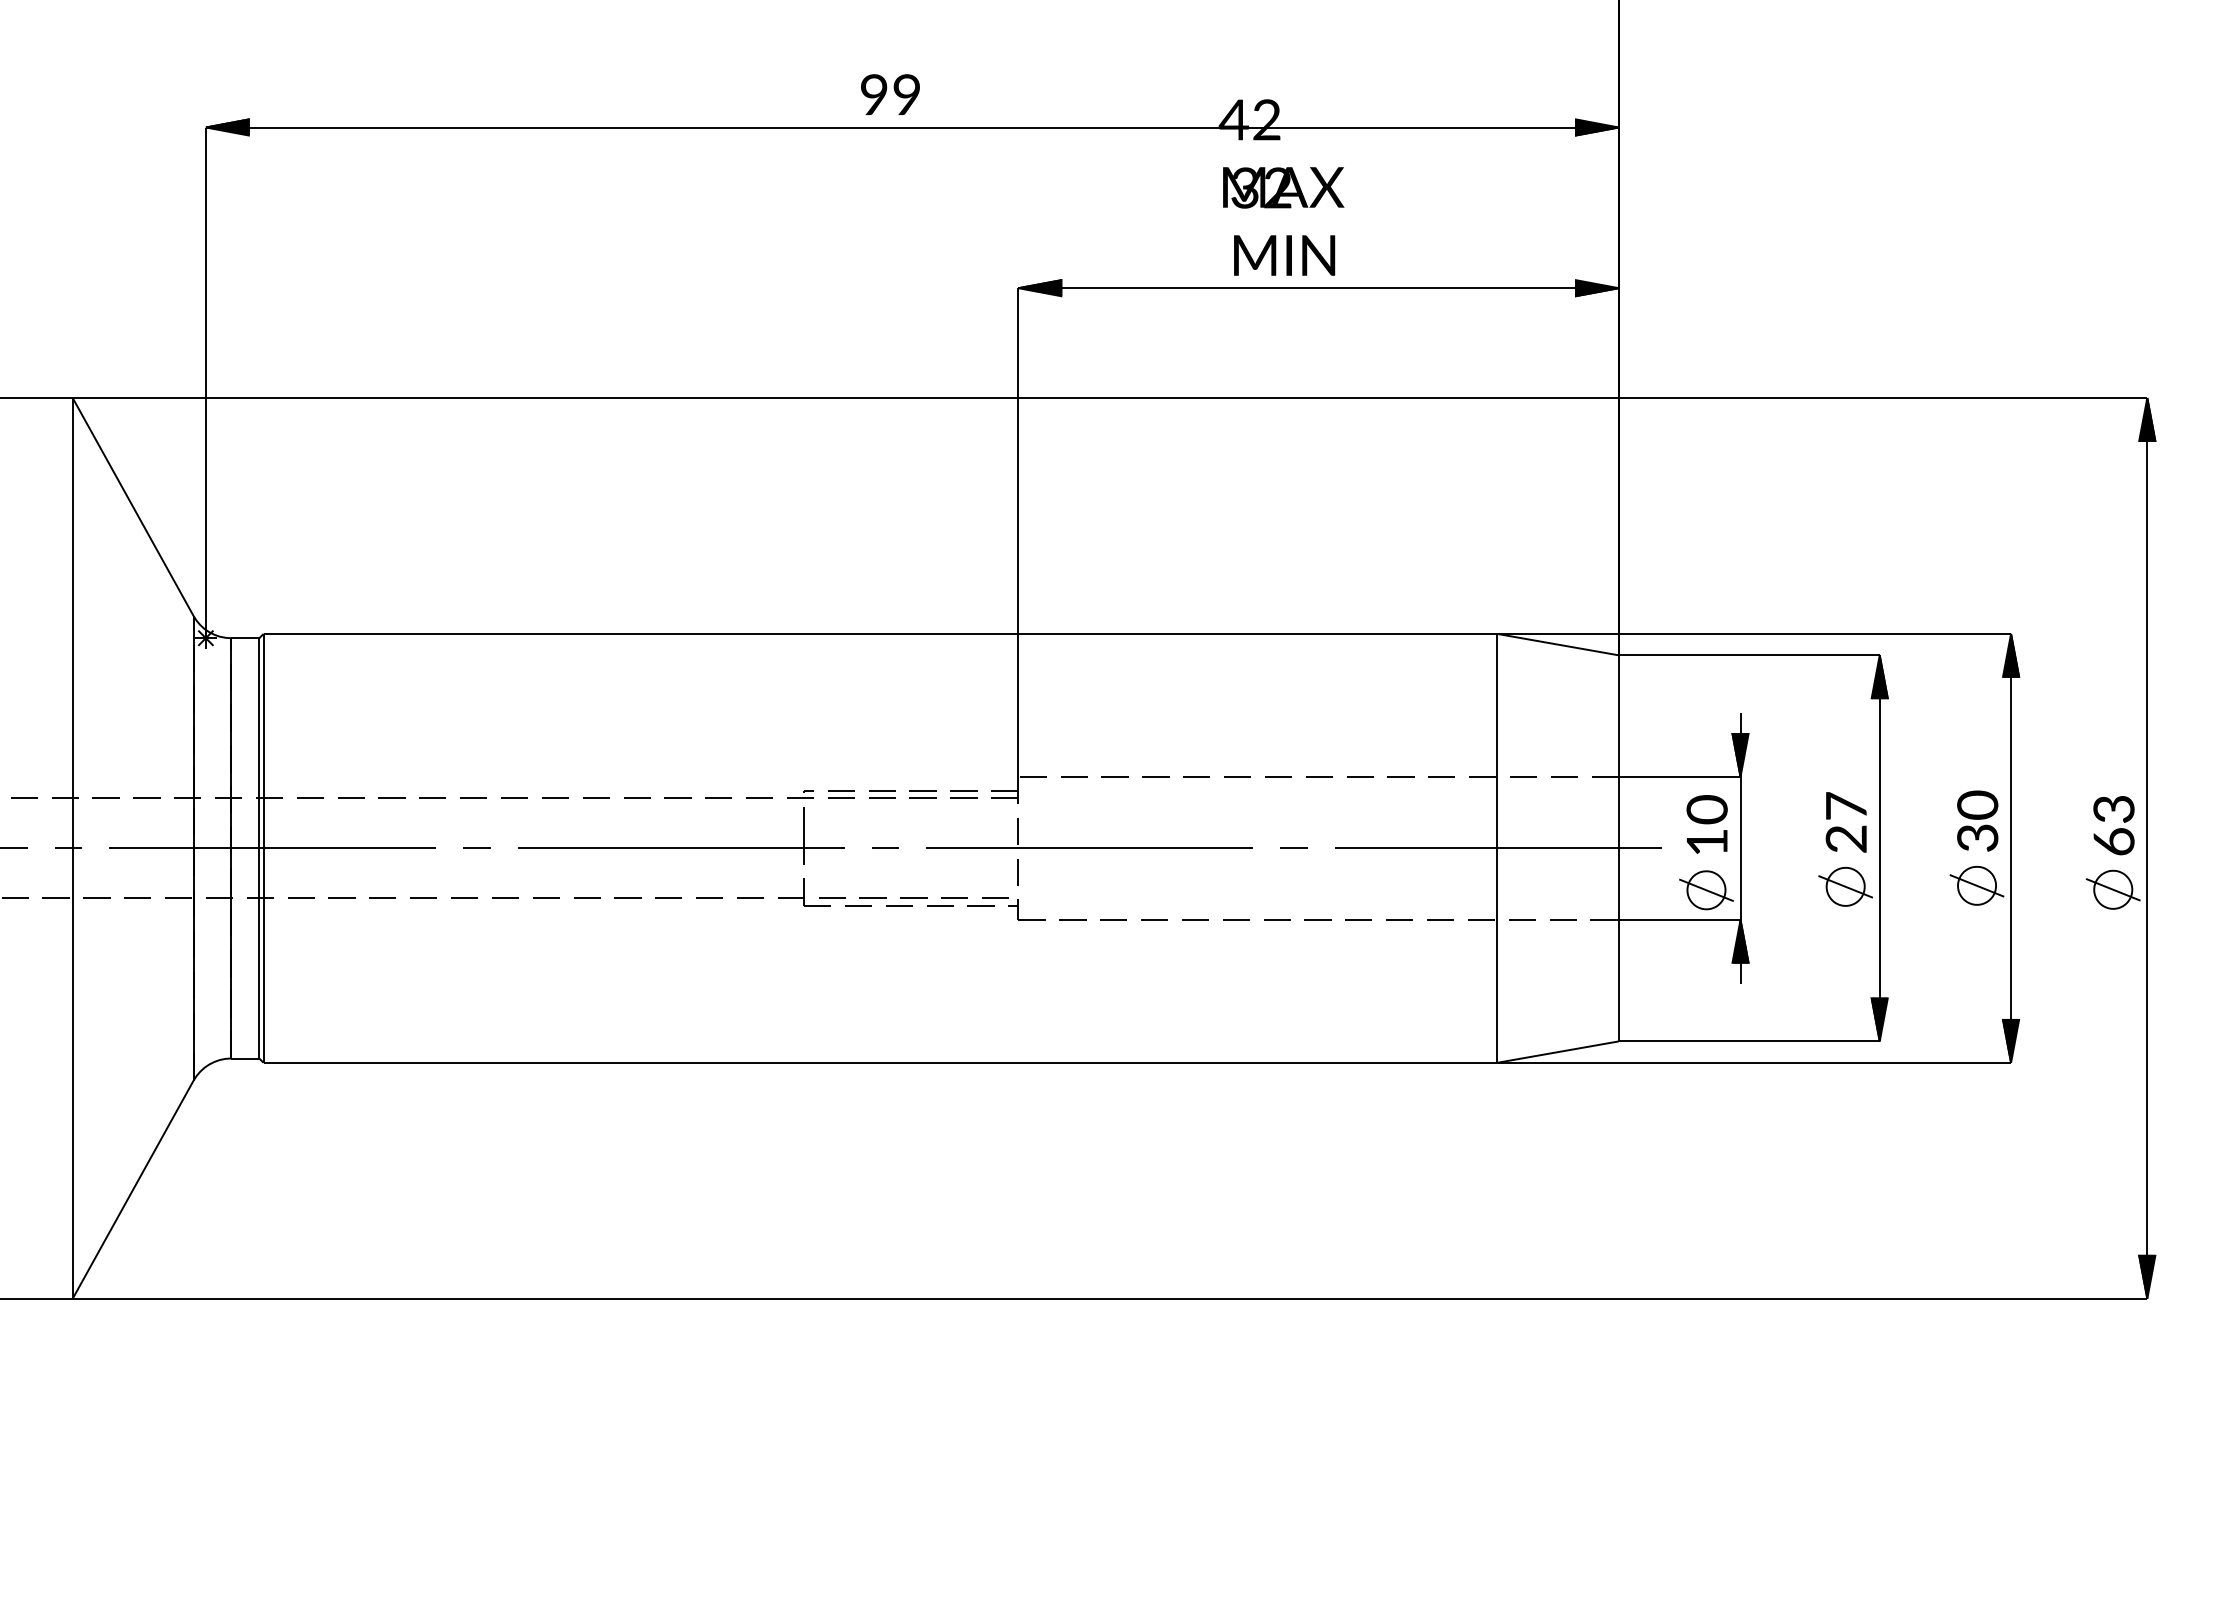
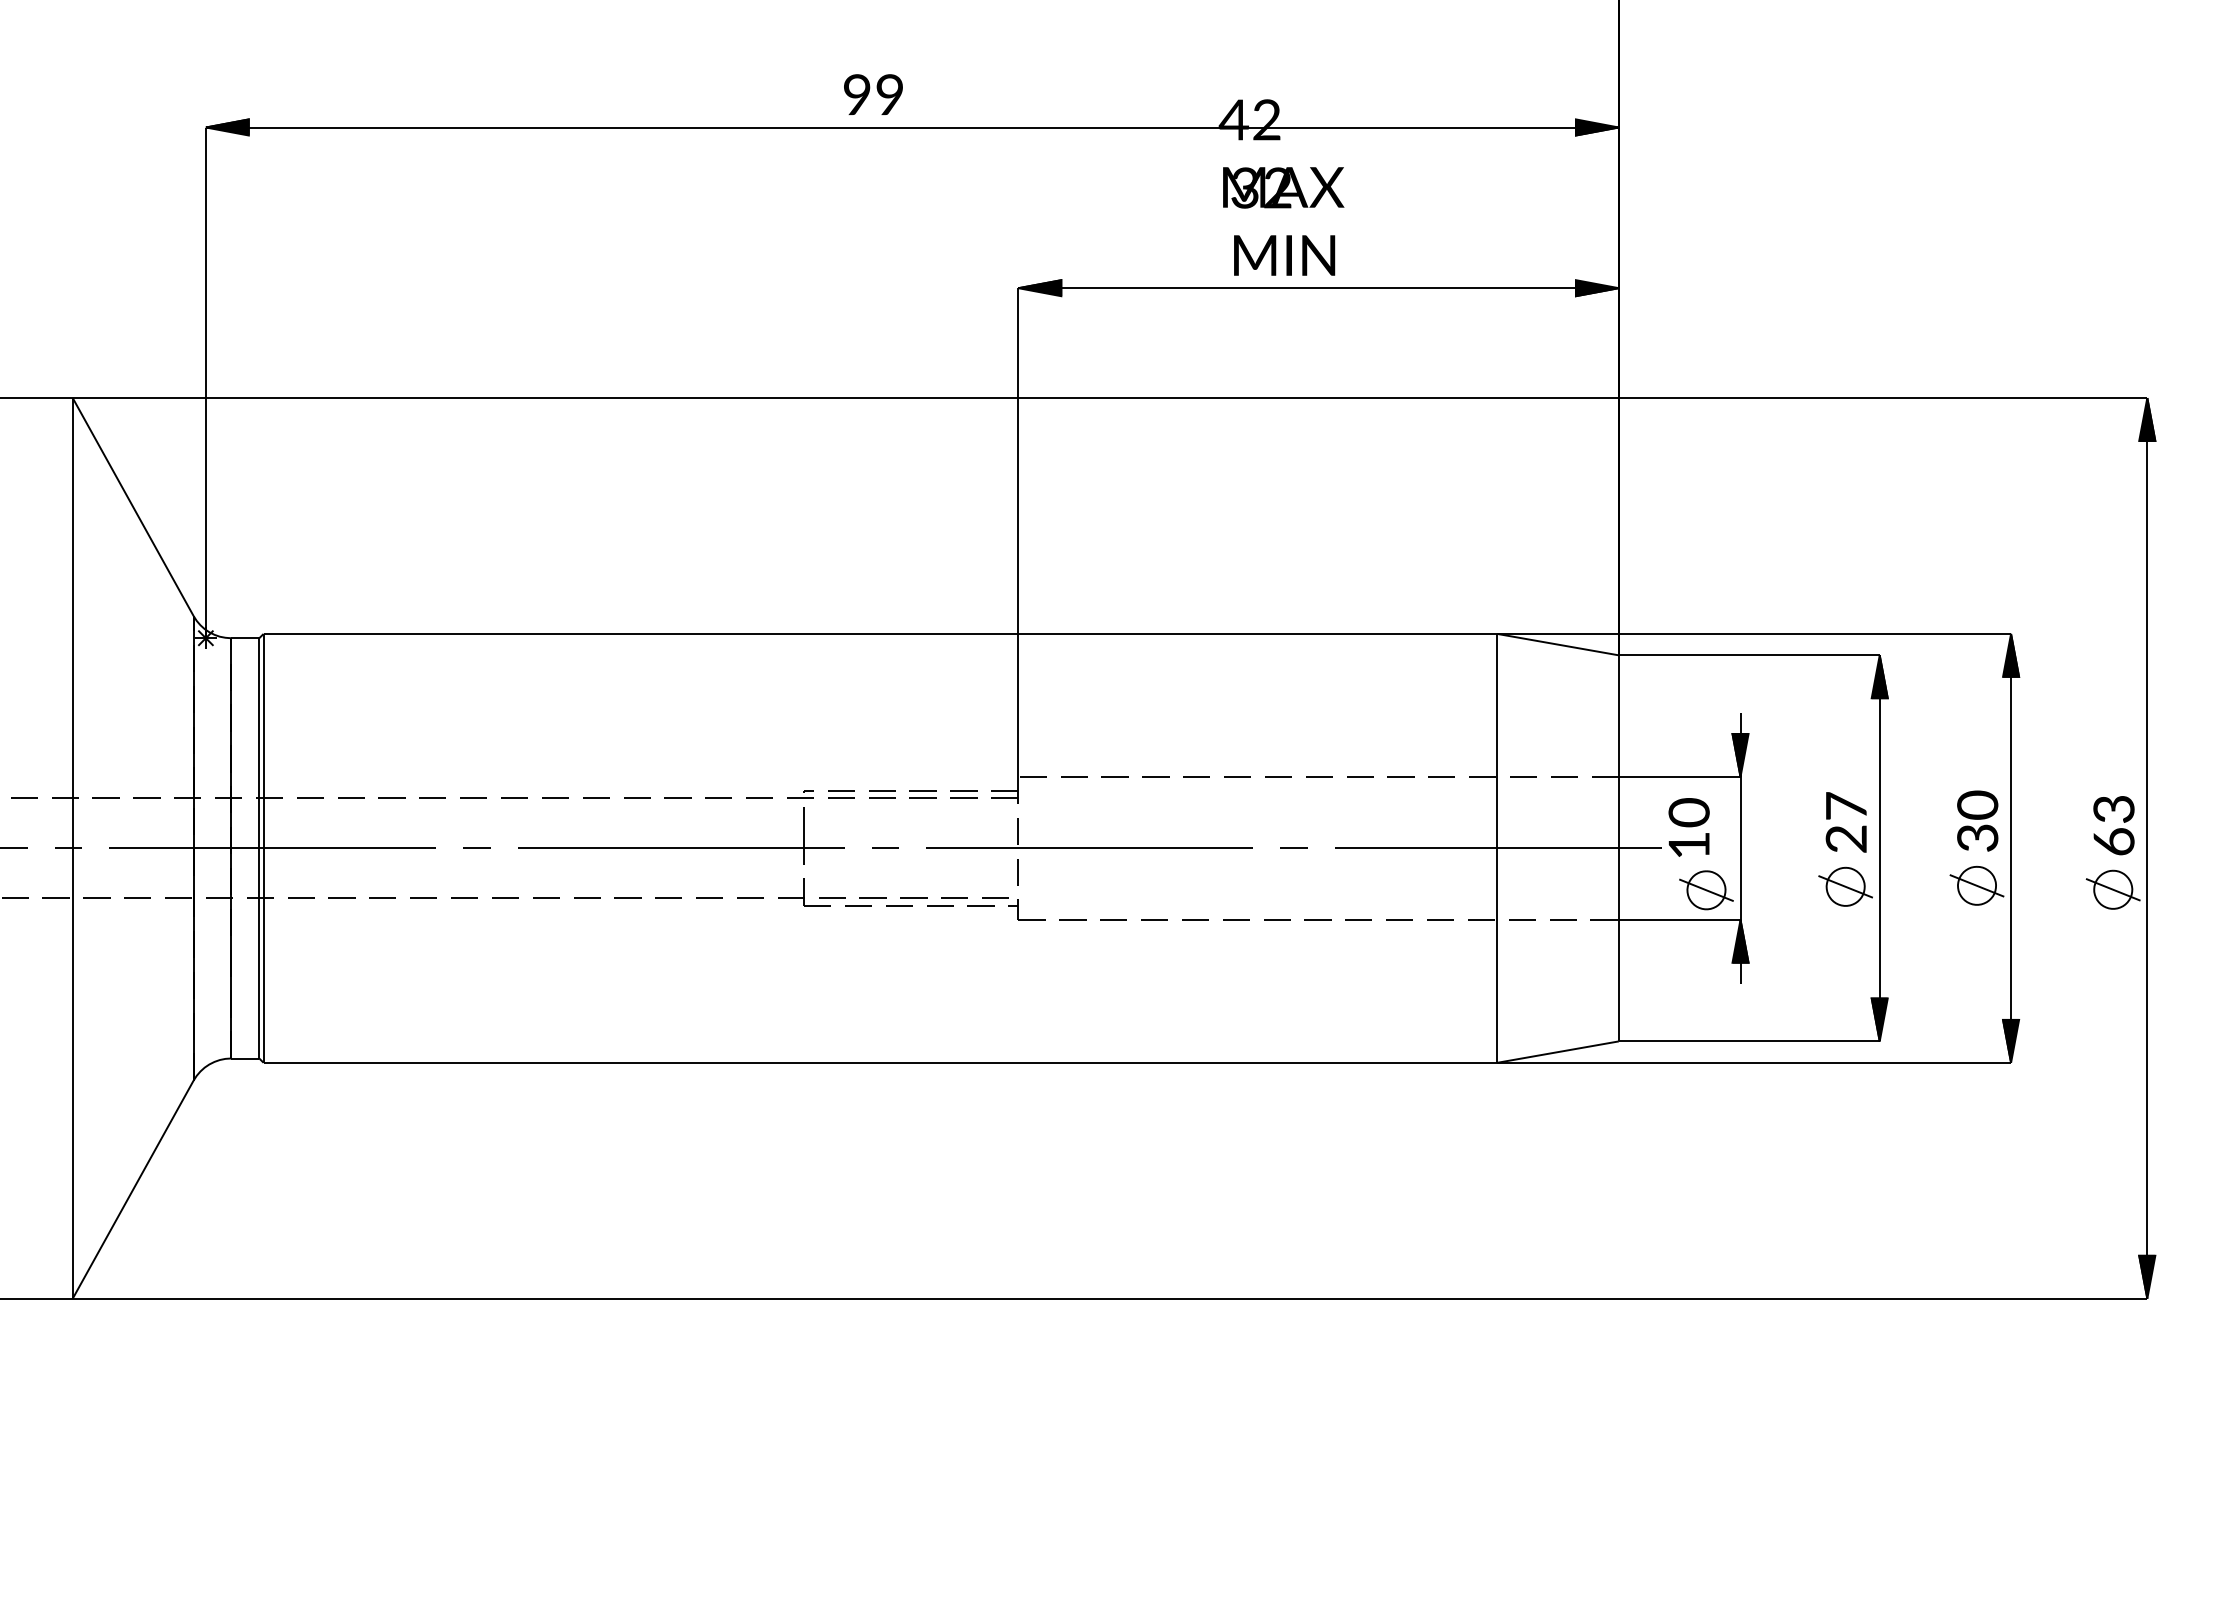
text at (890, 94) position: (890, 94) -> (873, 94)
text at (1706, 824) position: (1706, 824) -> (1688, 827)
